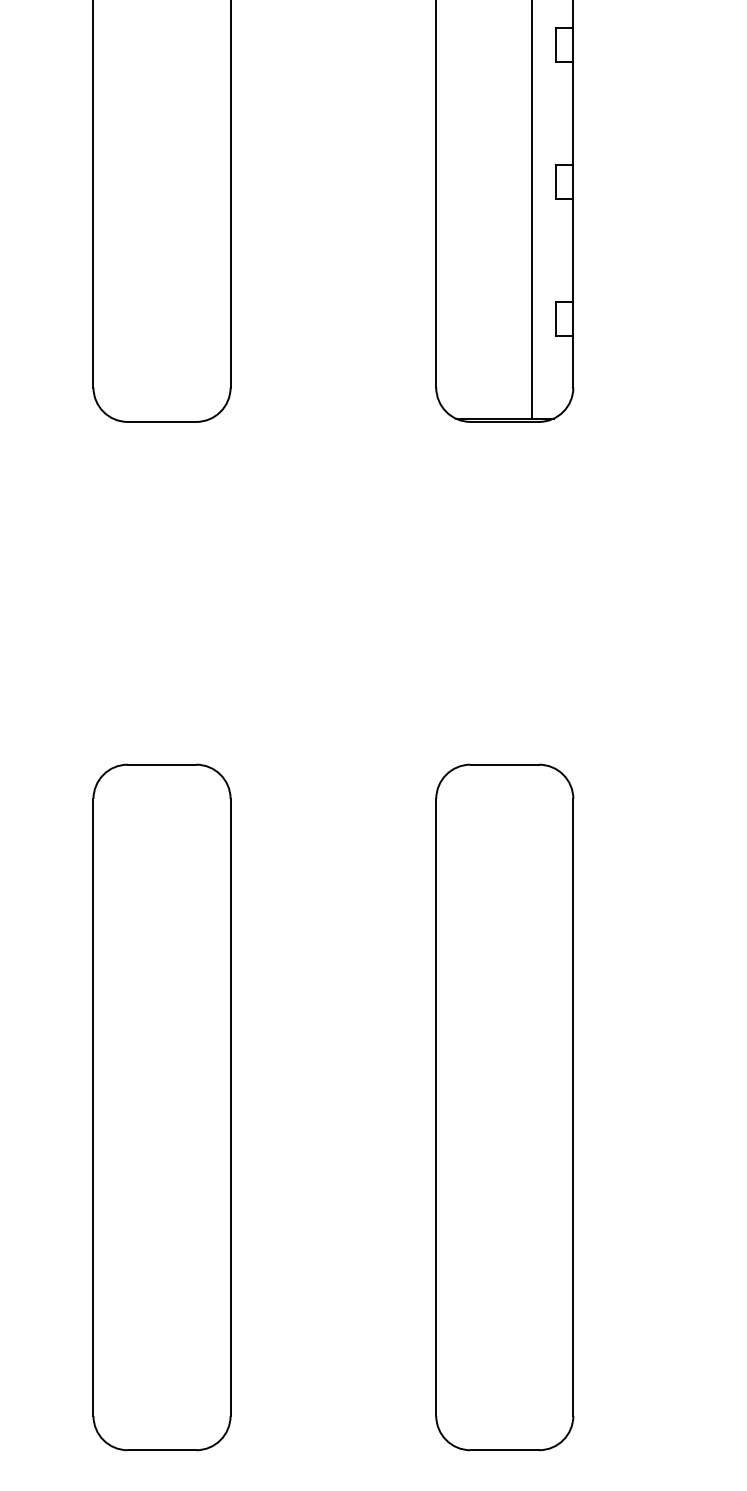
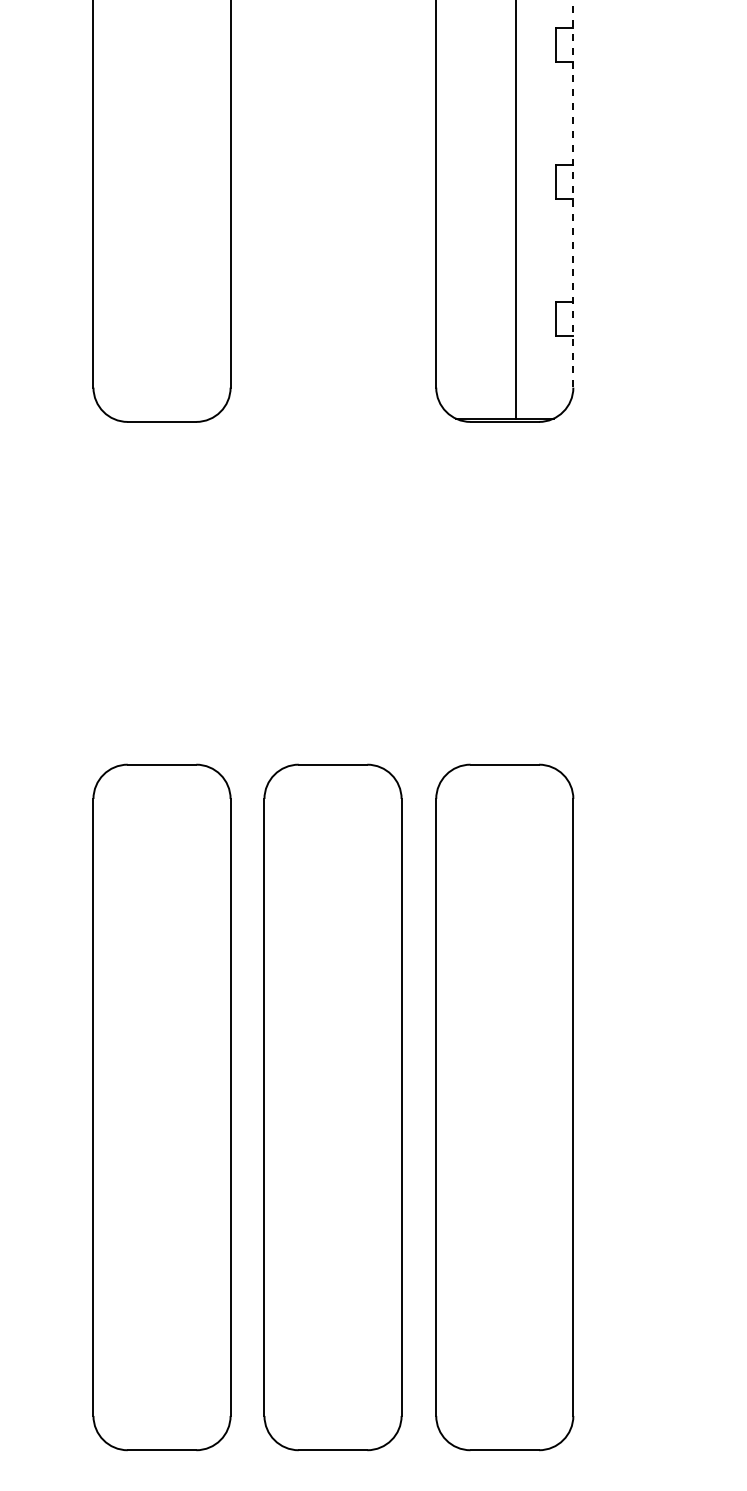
line at (573, 194): solid -> dashed
line at (532, 210) position: (532, 210) -> (516, 210)
part at (332, 1107): none -> present
